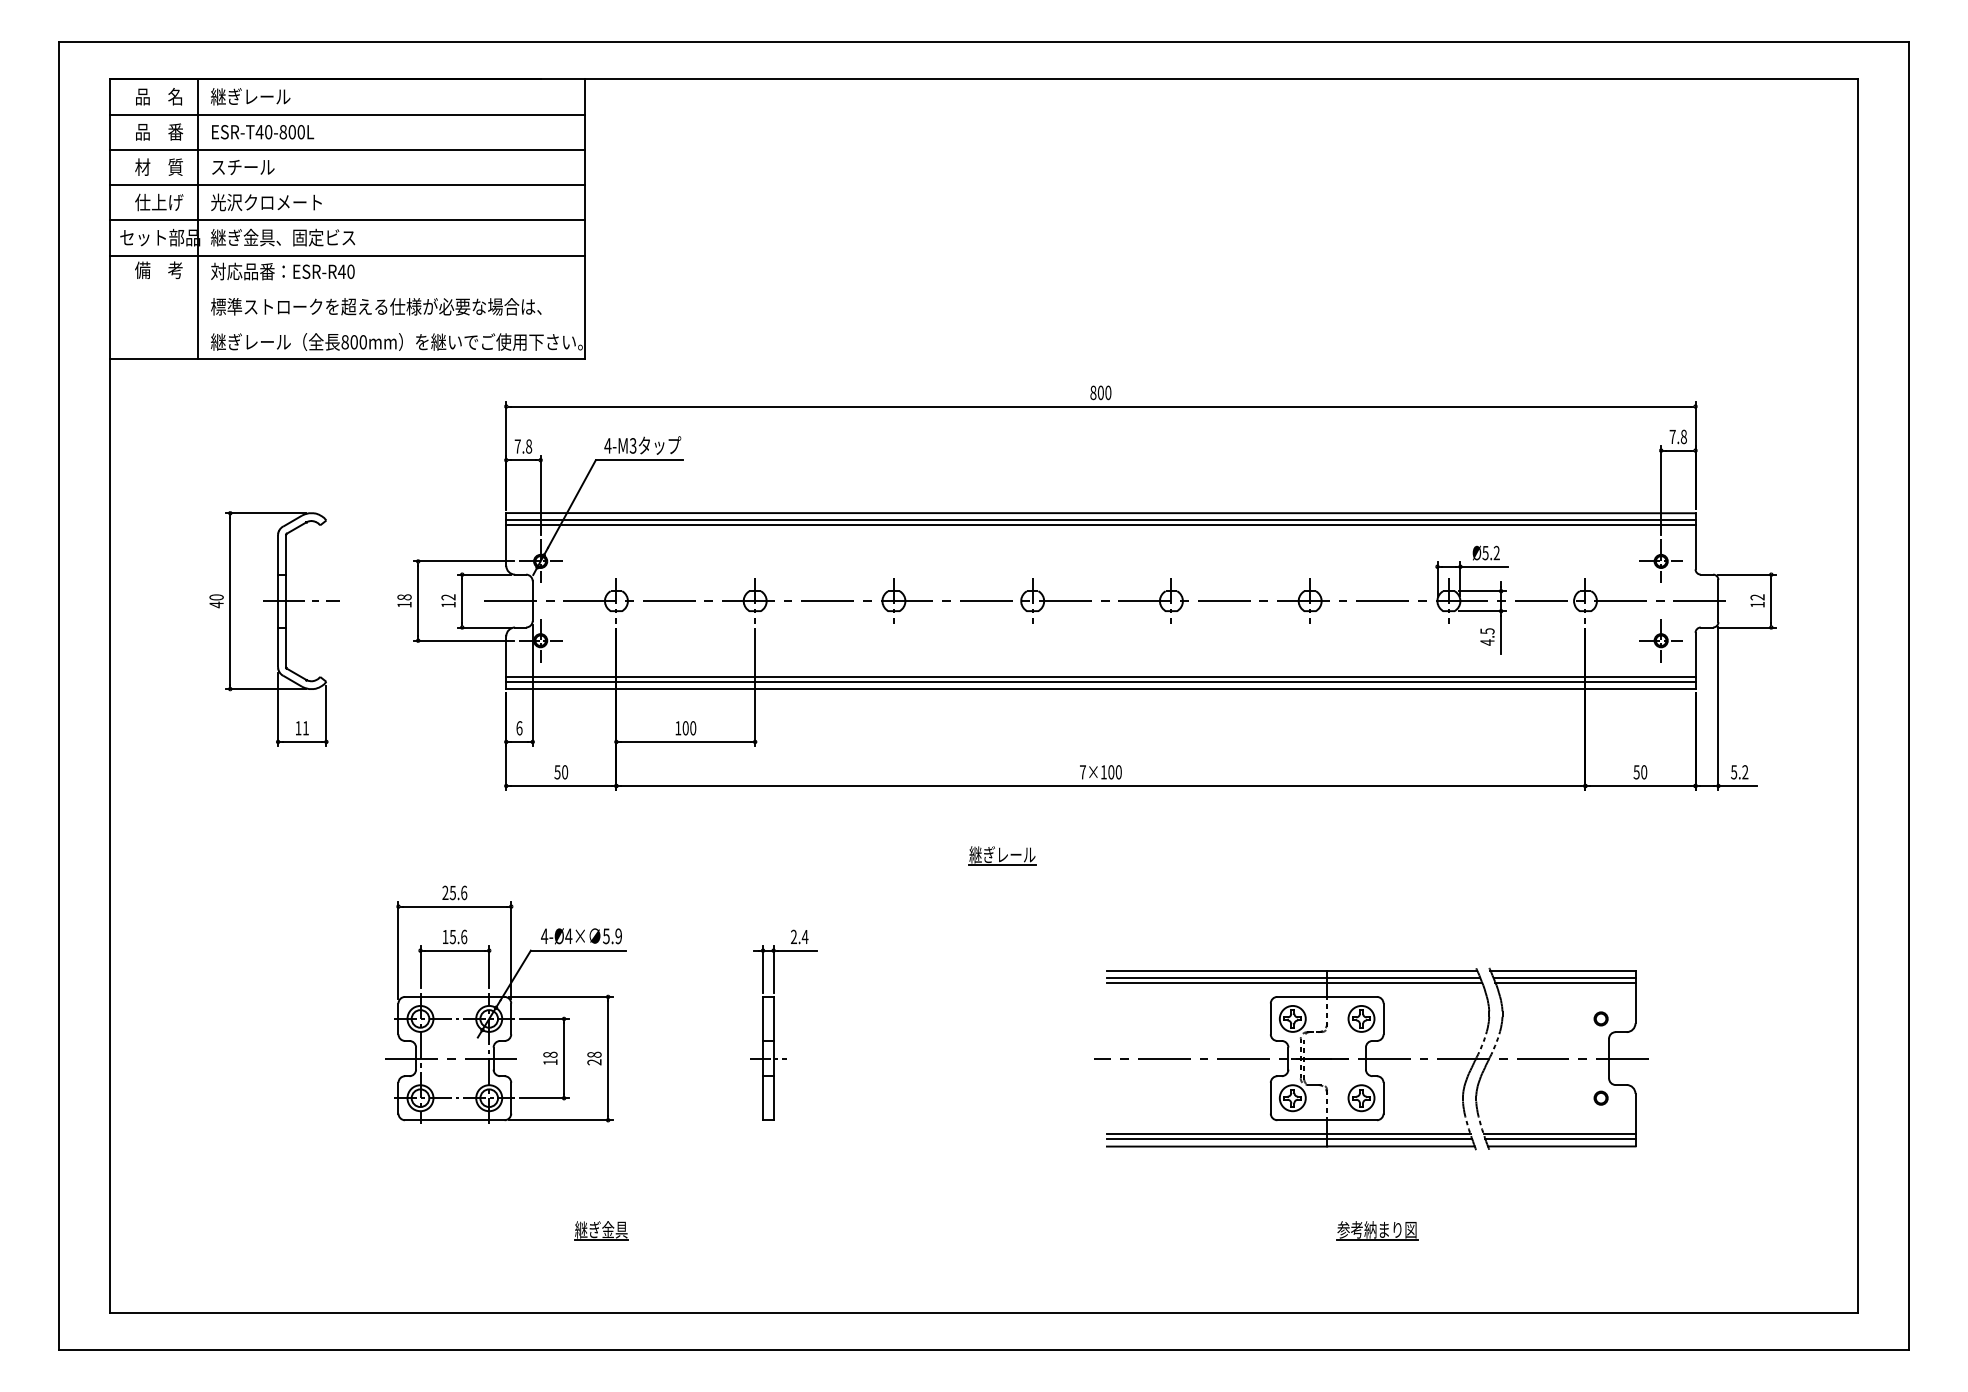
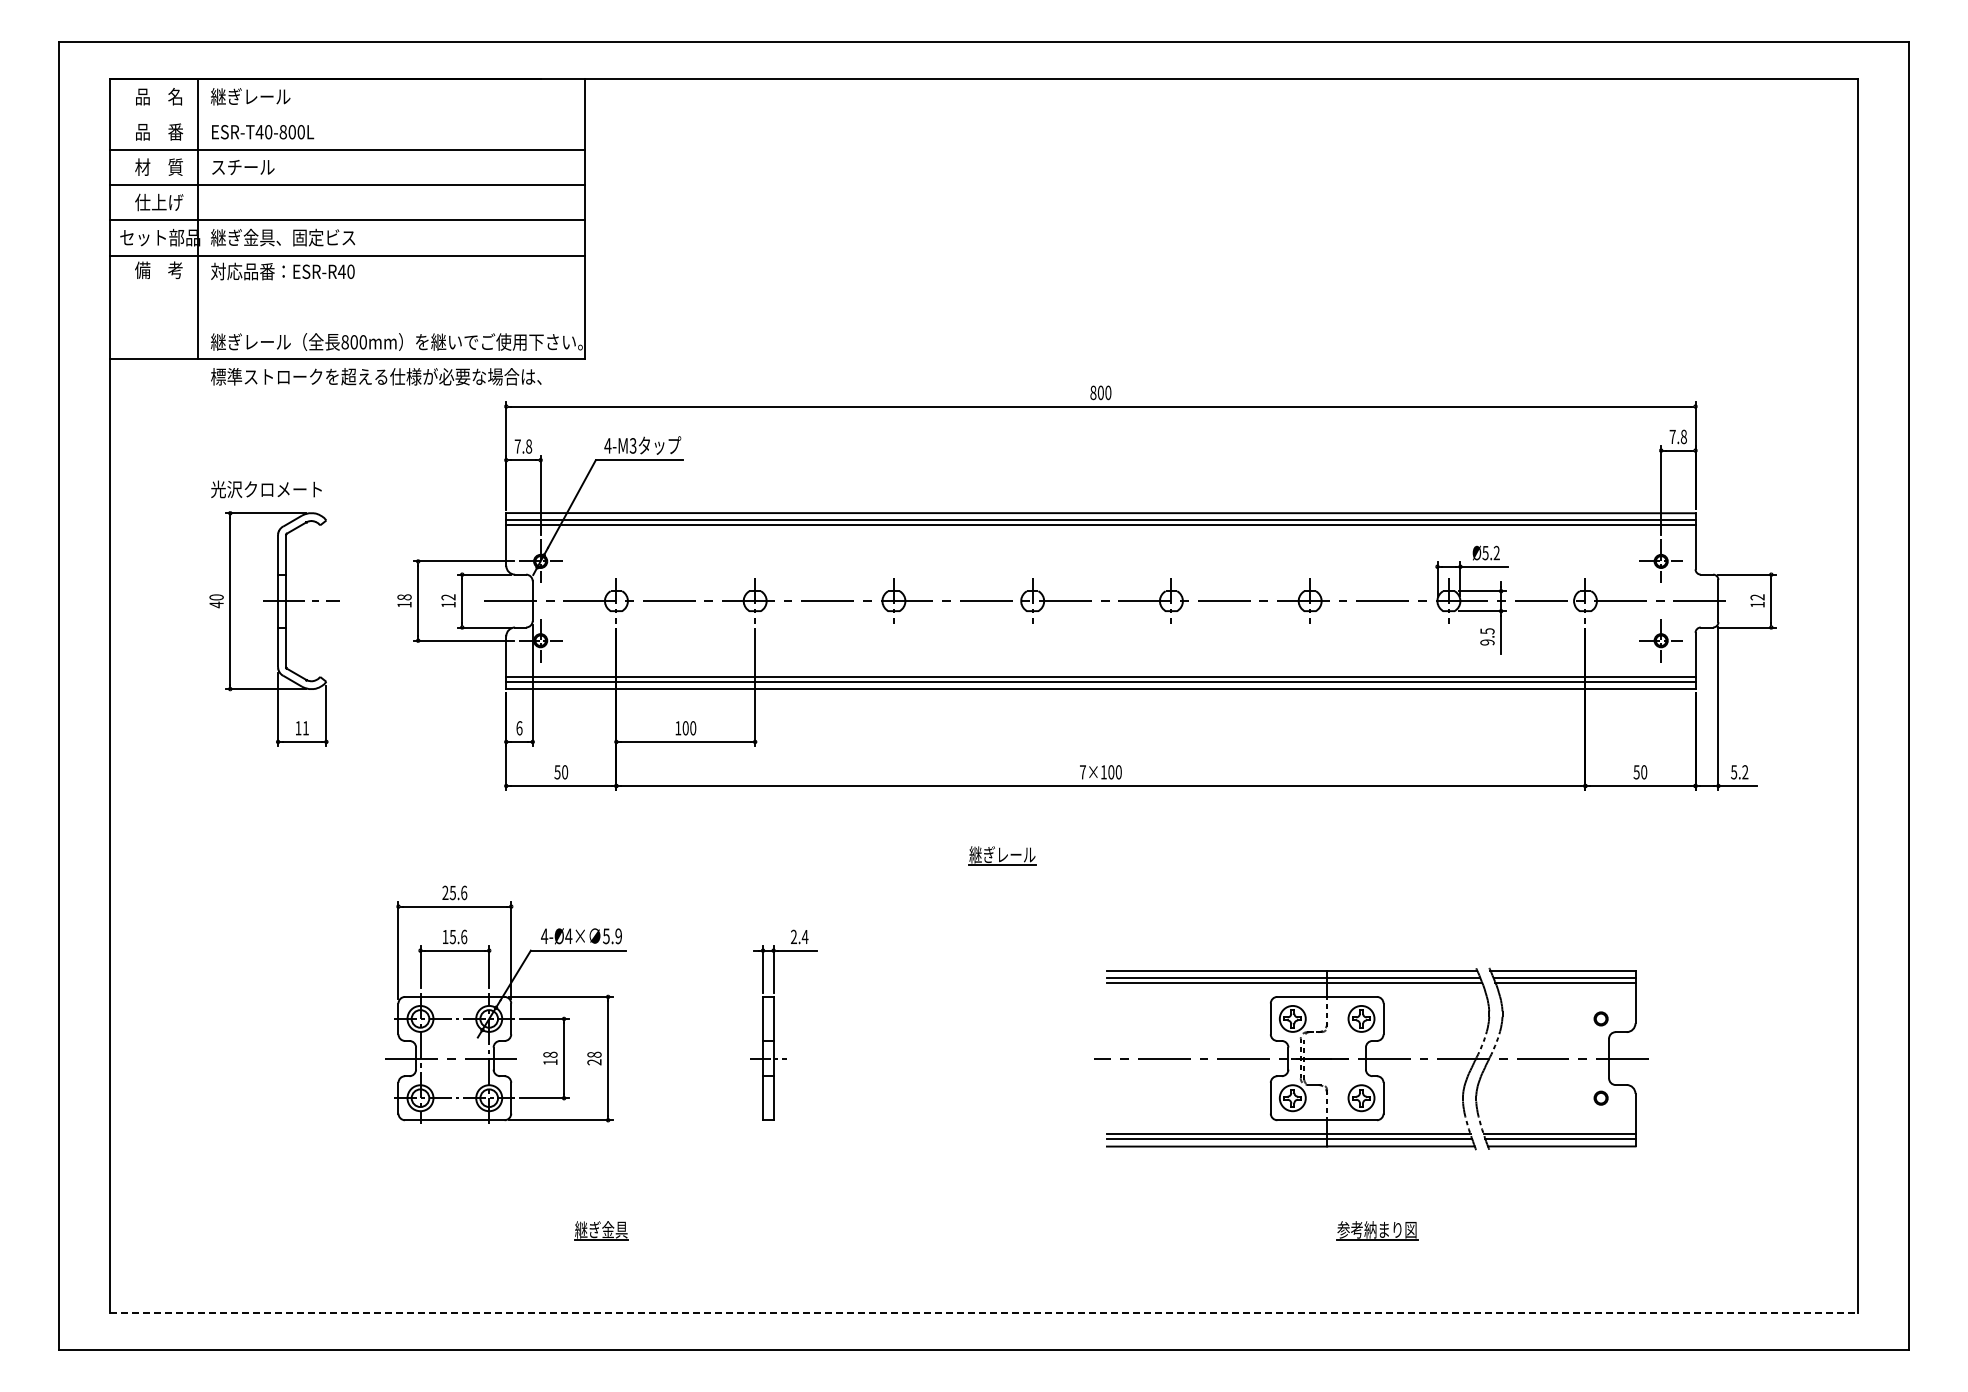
line at (347, 114): present -> none
text at (266, 202) position: (266, 202) -> (266, 489)
text at (376, 306) position: (376, 306) -> (376, 376)
text at (1487, 642): 4.5 -> 9.5
line at (984, 1312): solid -> dashed
